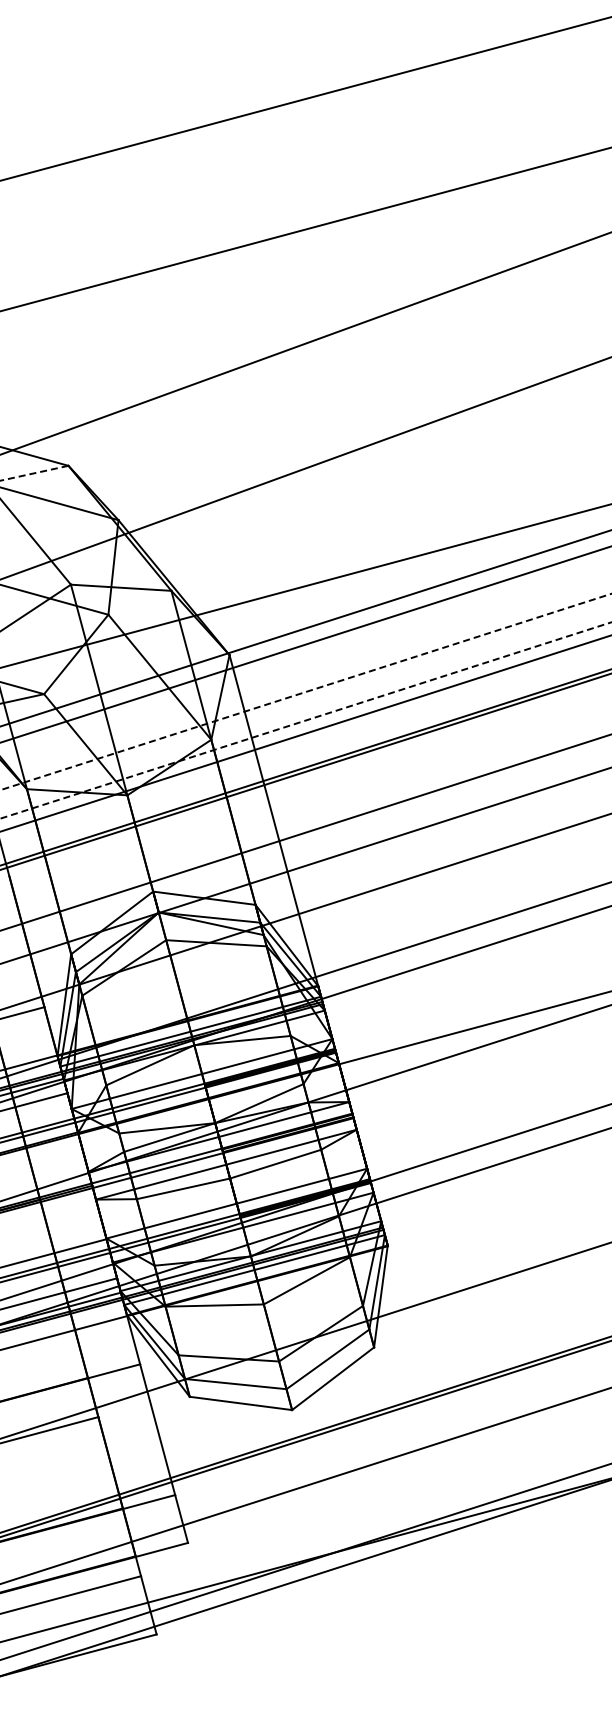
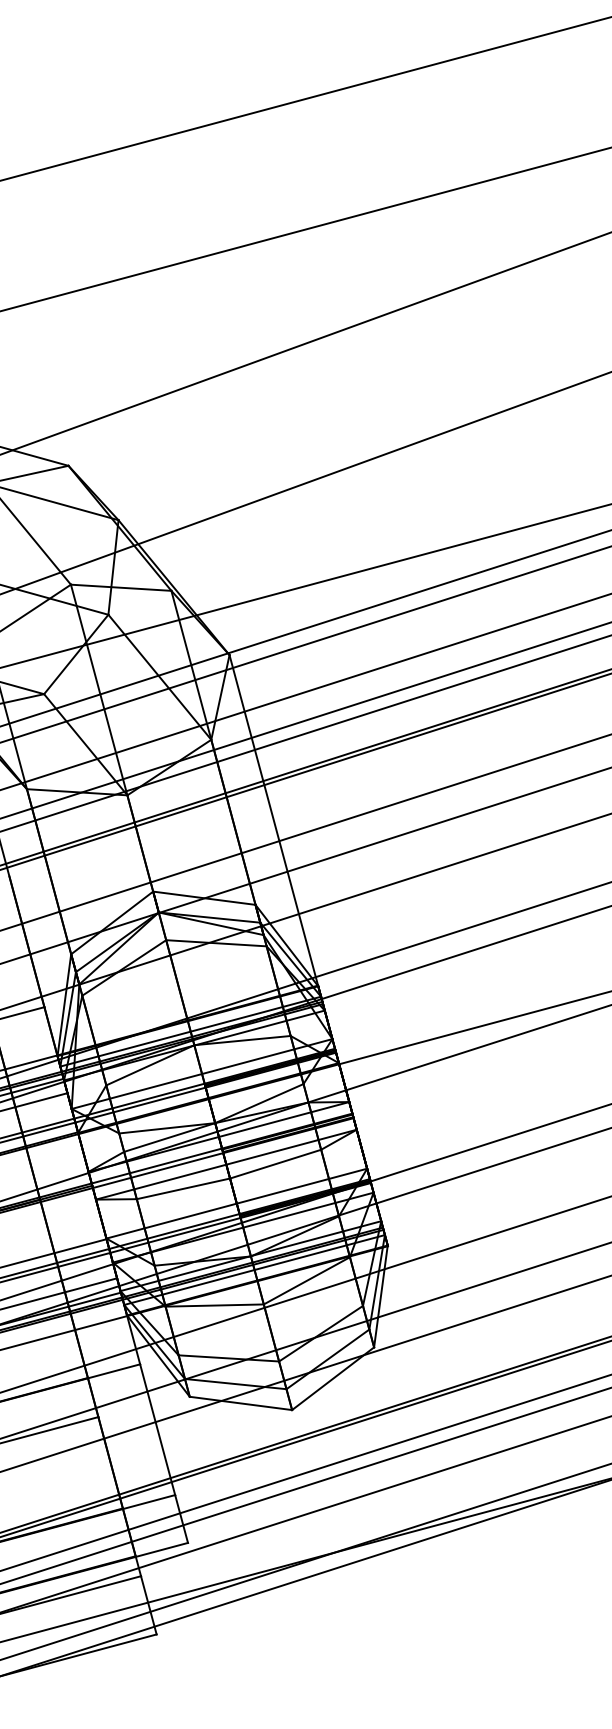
line at (305, 468) position: (305, 468) -> (305, 482)
line at (34, 473): dashed -> solid
line at (305, 692): dashed -> solid
line at (306, 720): dashed -> solid
line at (305, 1294): none -> present
line at (305, 1373): none -> present
line at (305, 1472): none -> present
line at (305, 1514): none -> present
